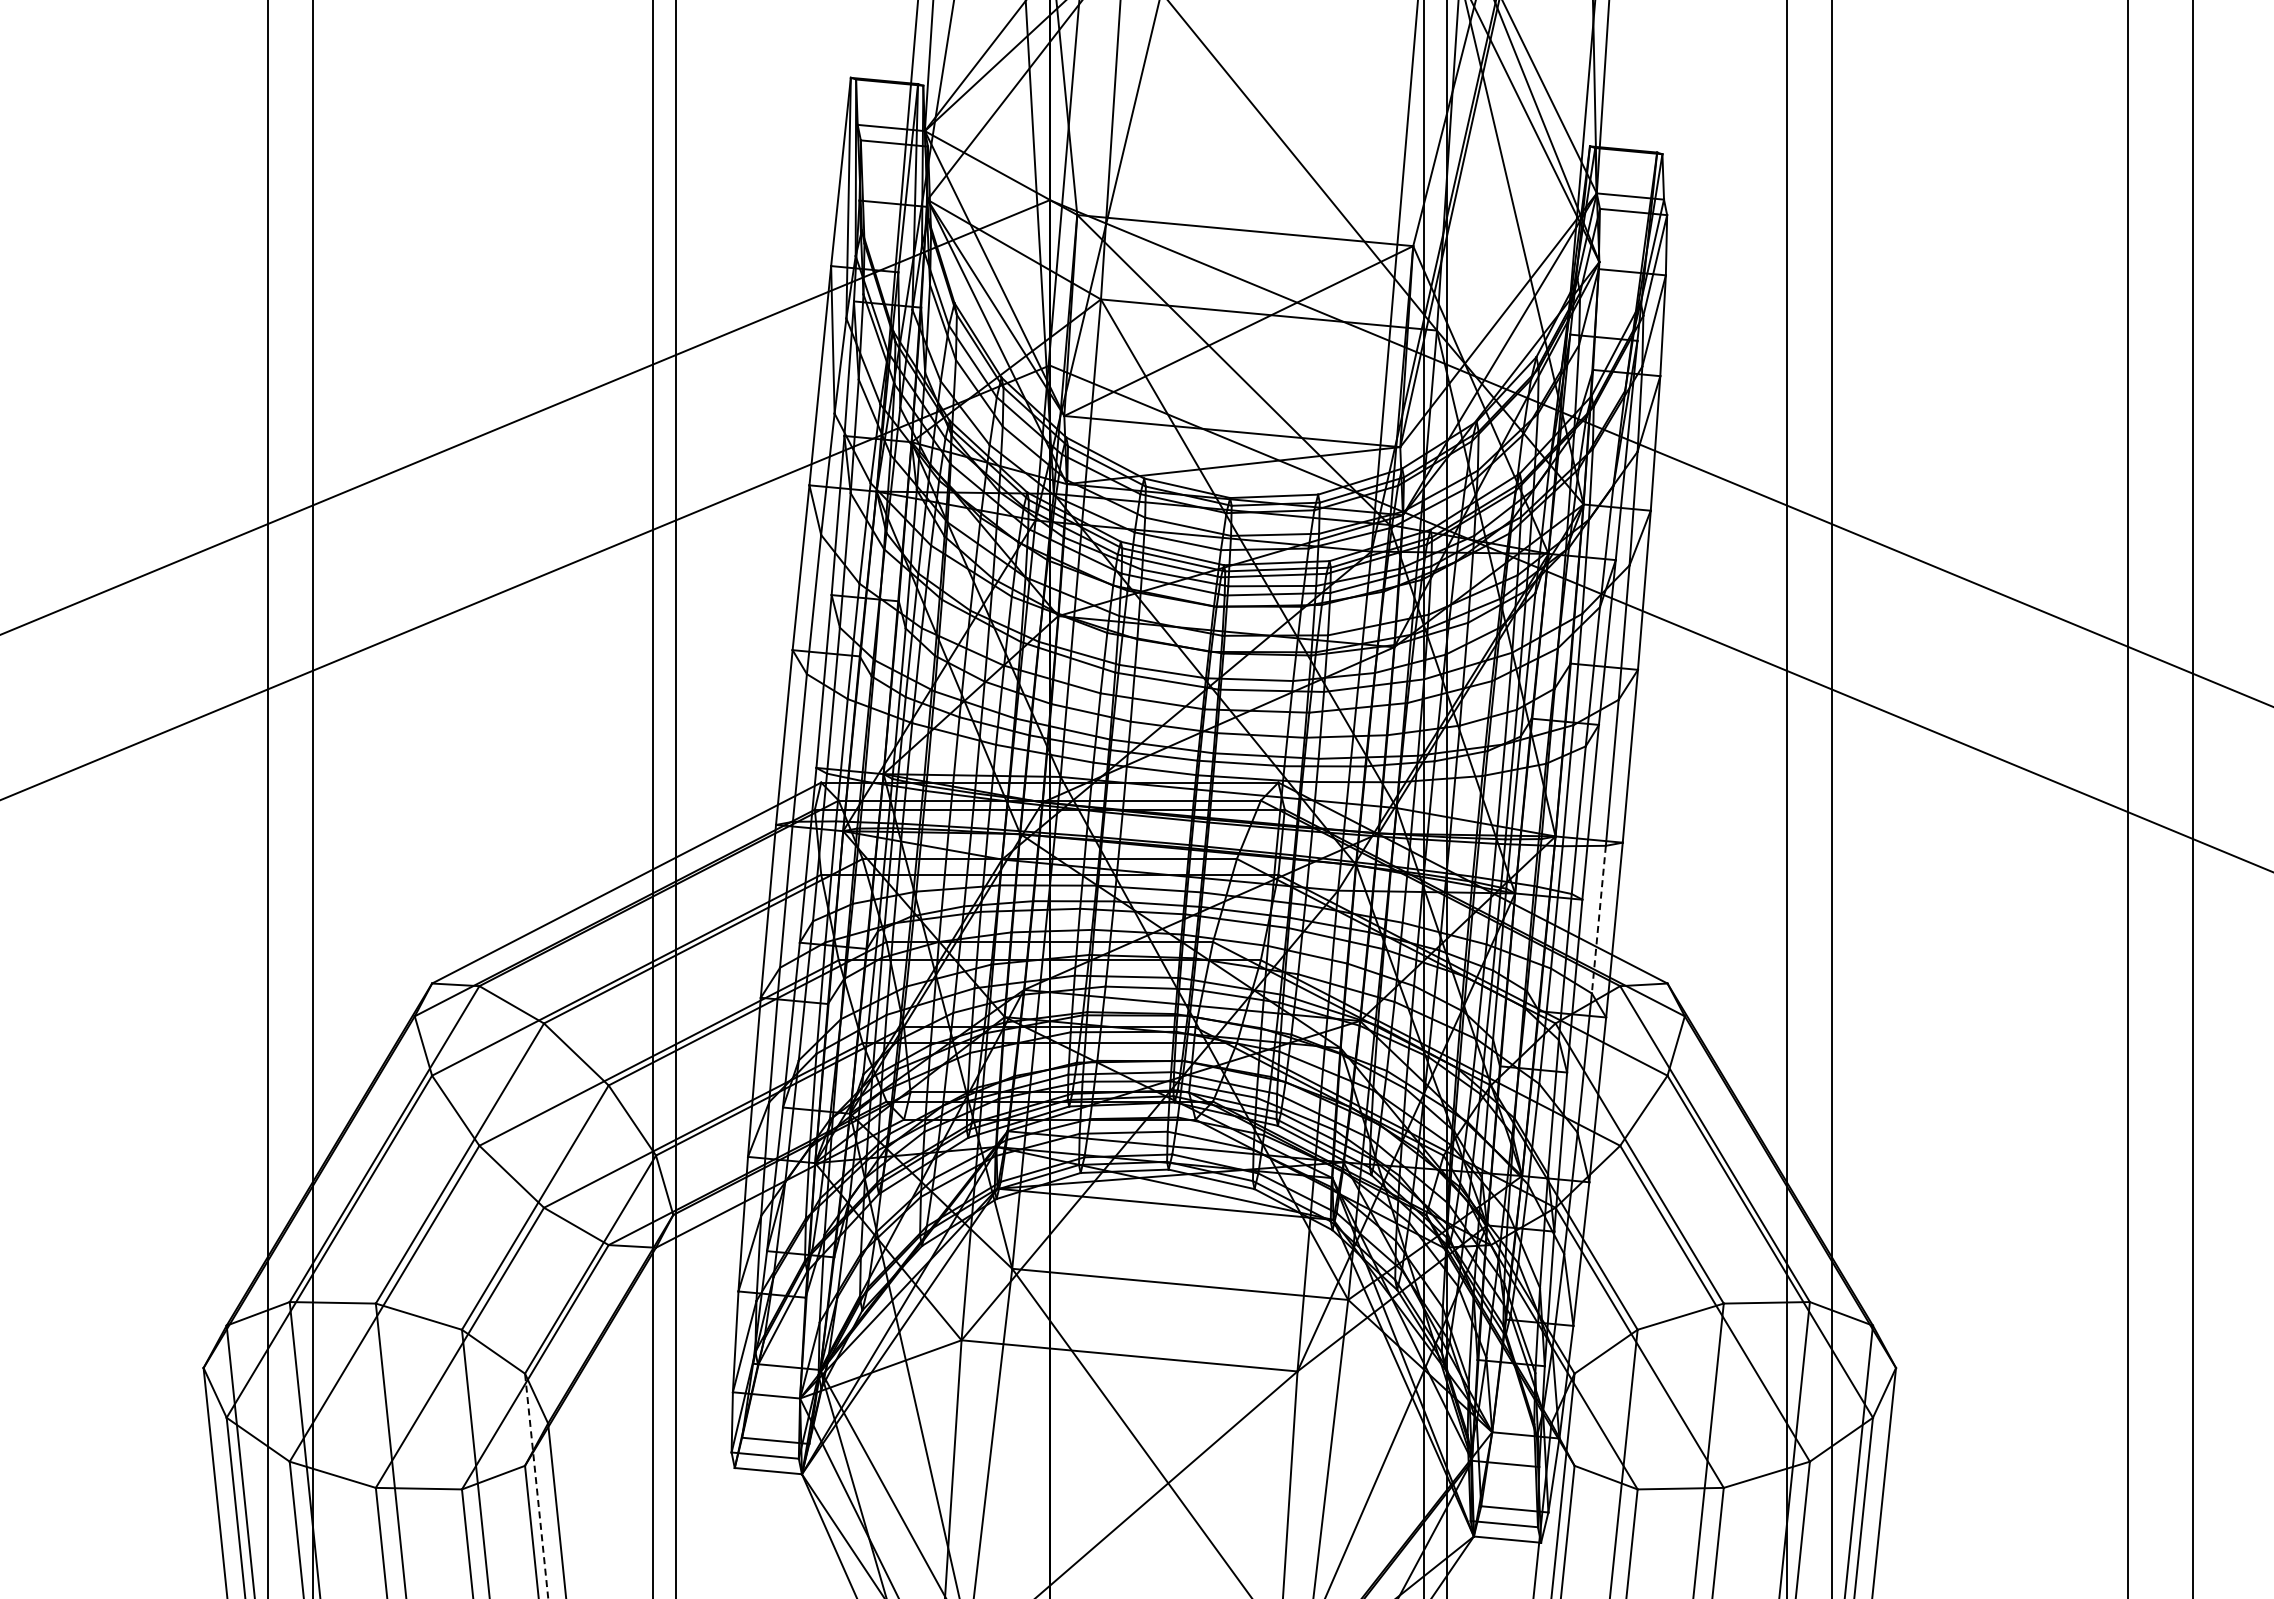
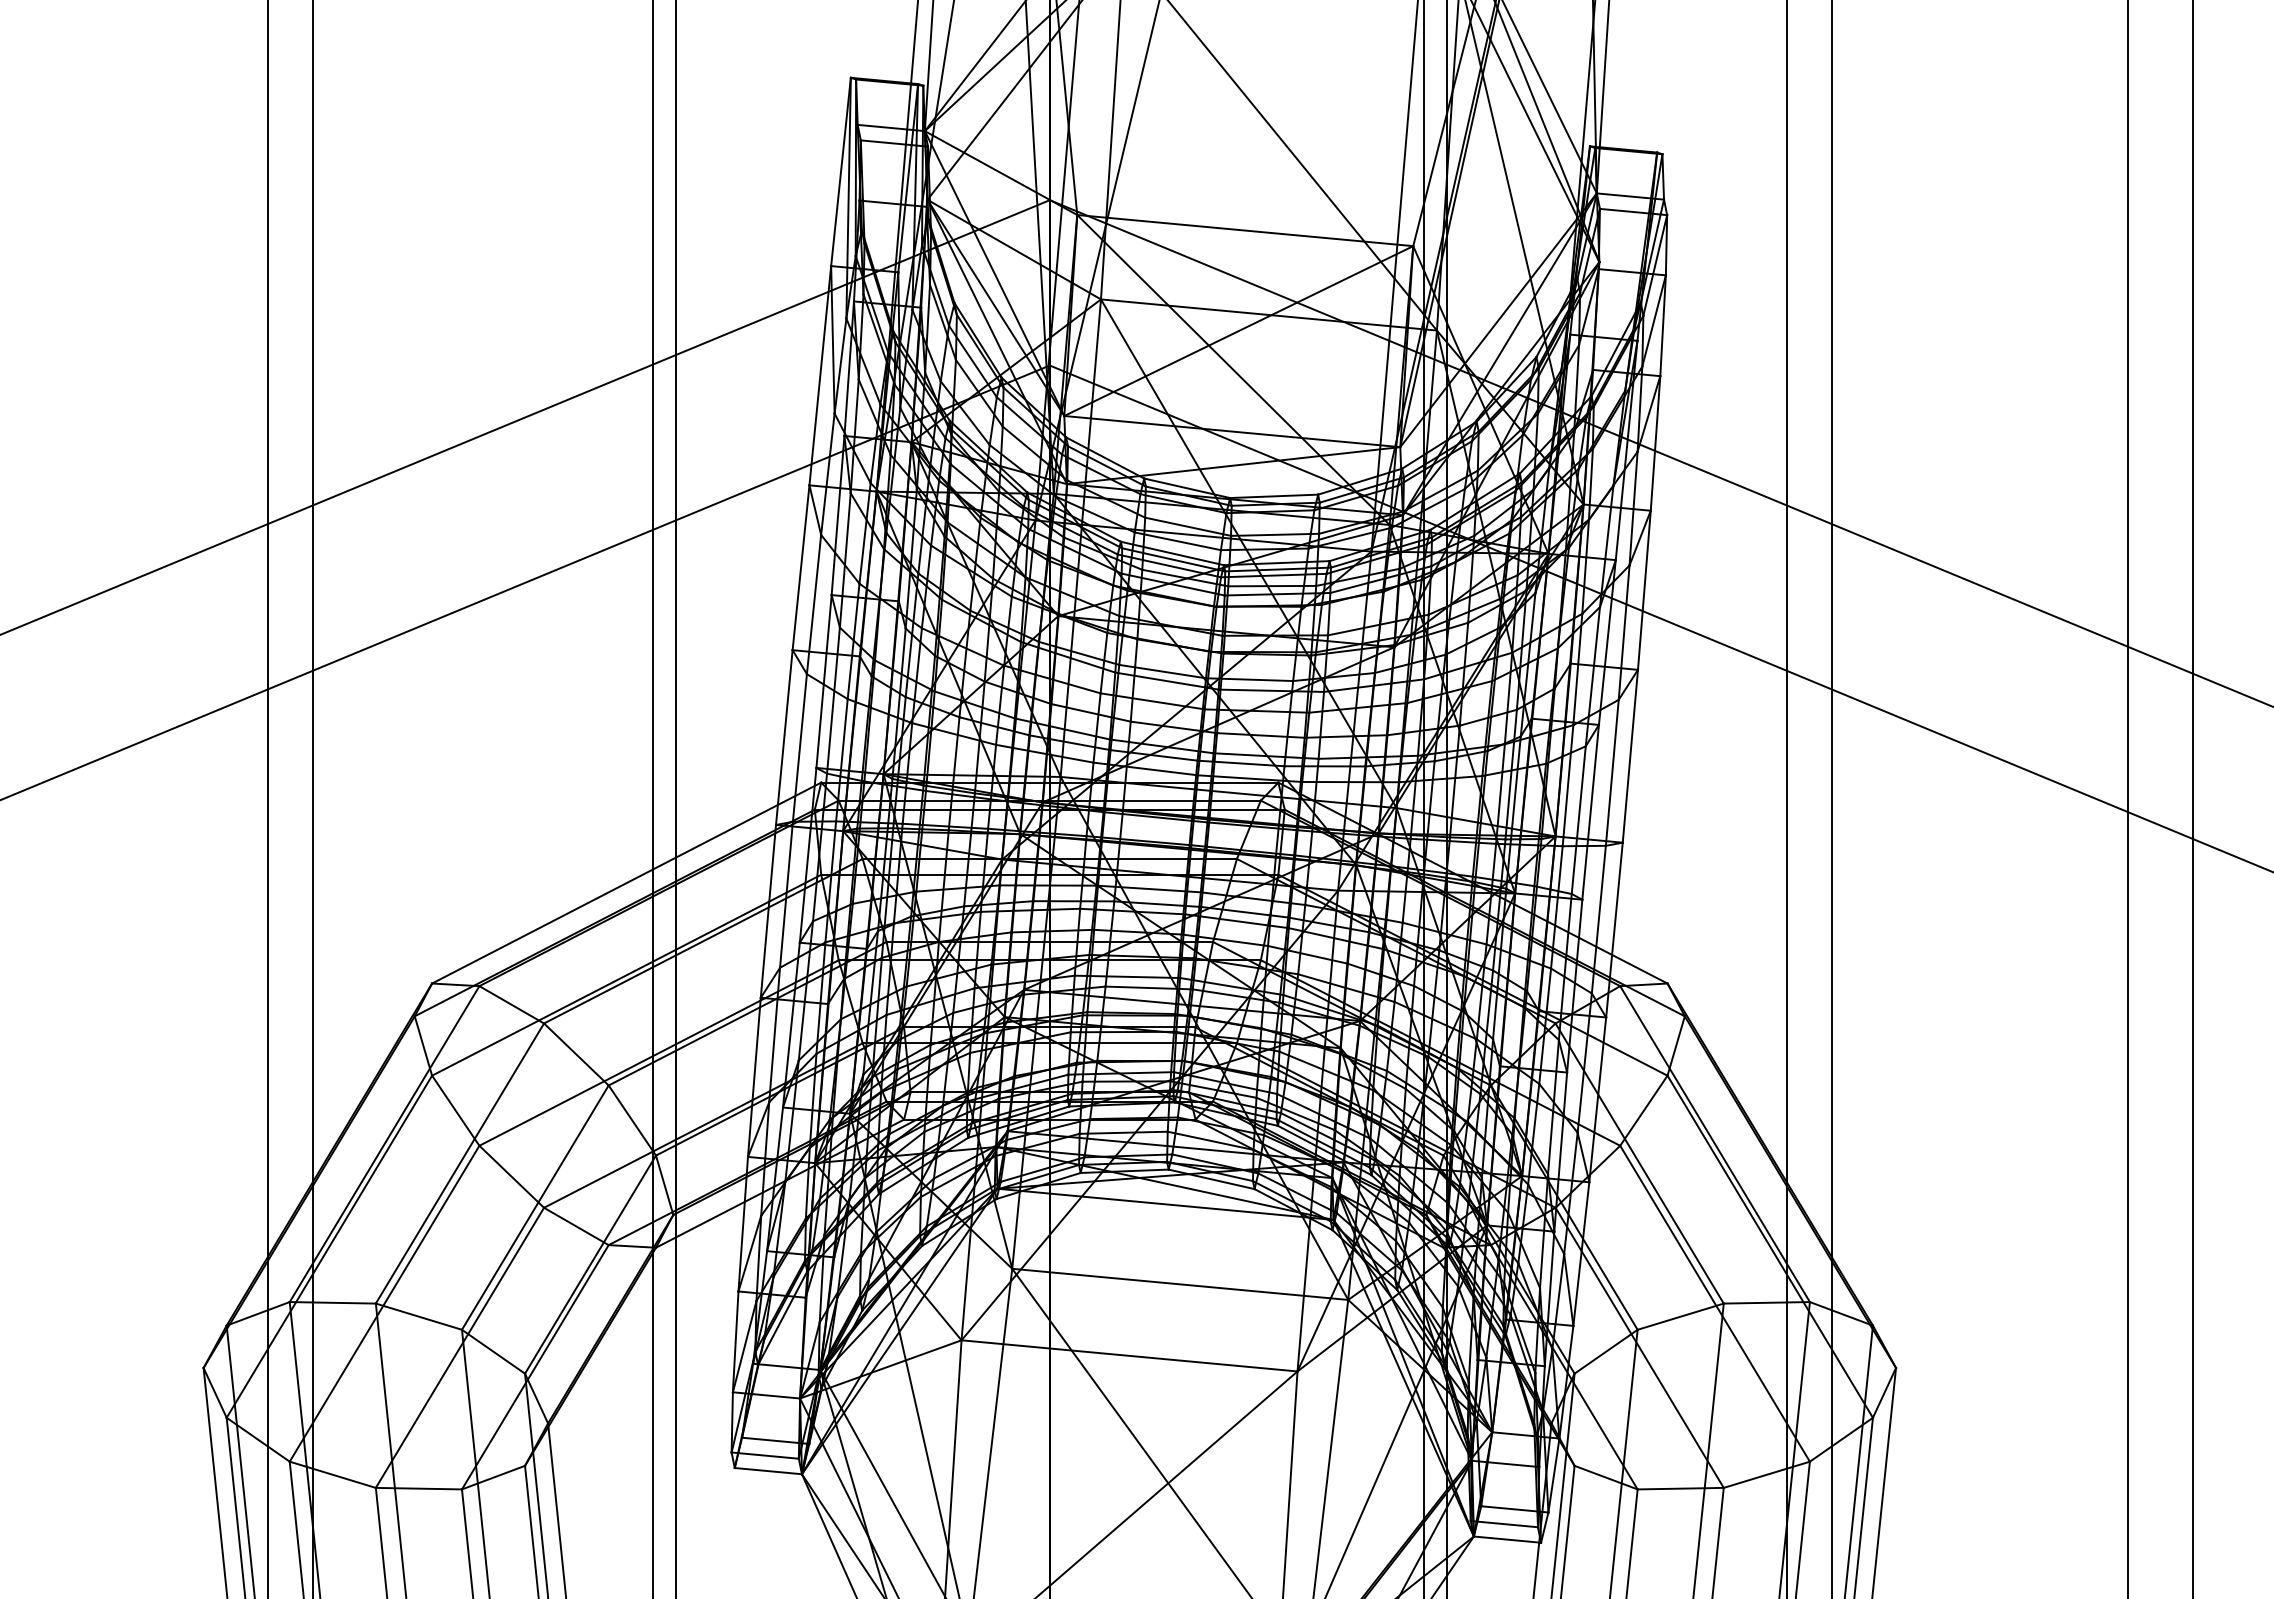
line at (1598, 920): dashed -> solid
line at (536, 1485): dashed -> solid
